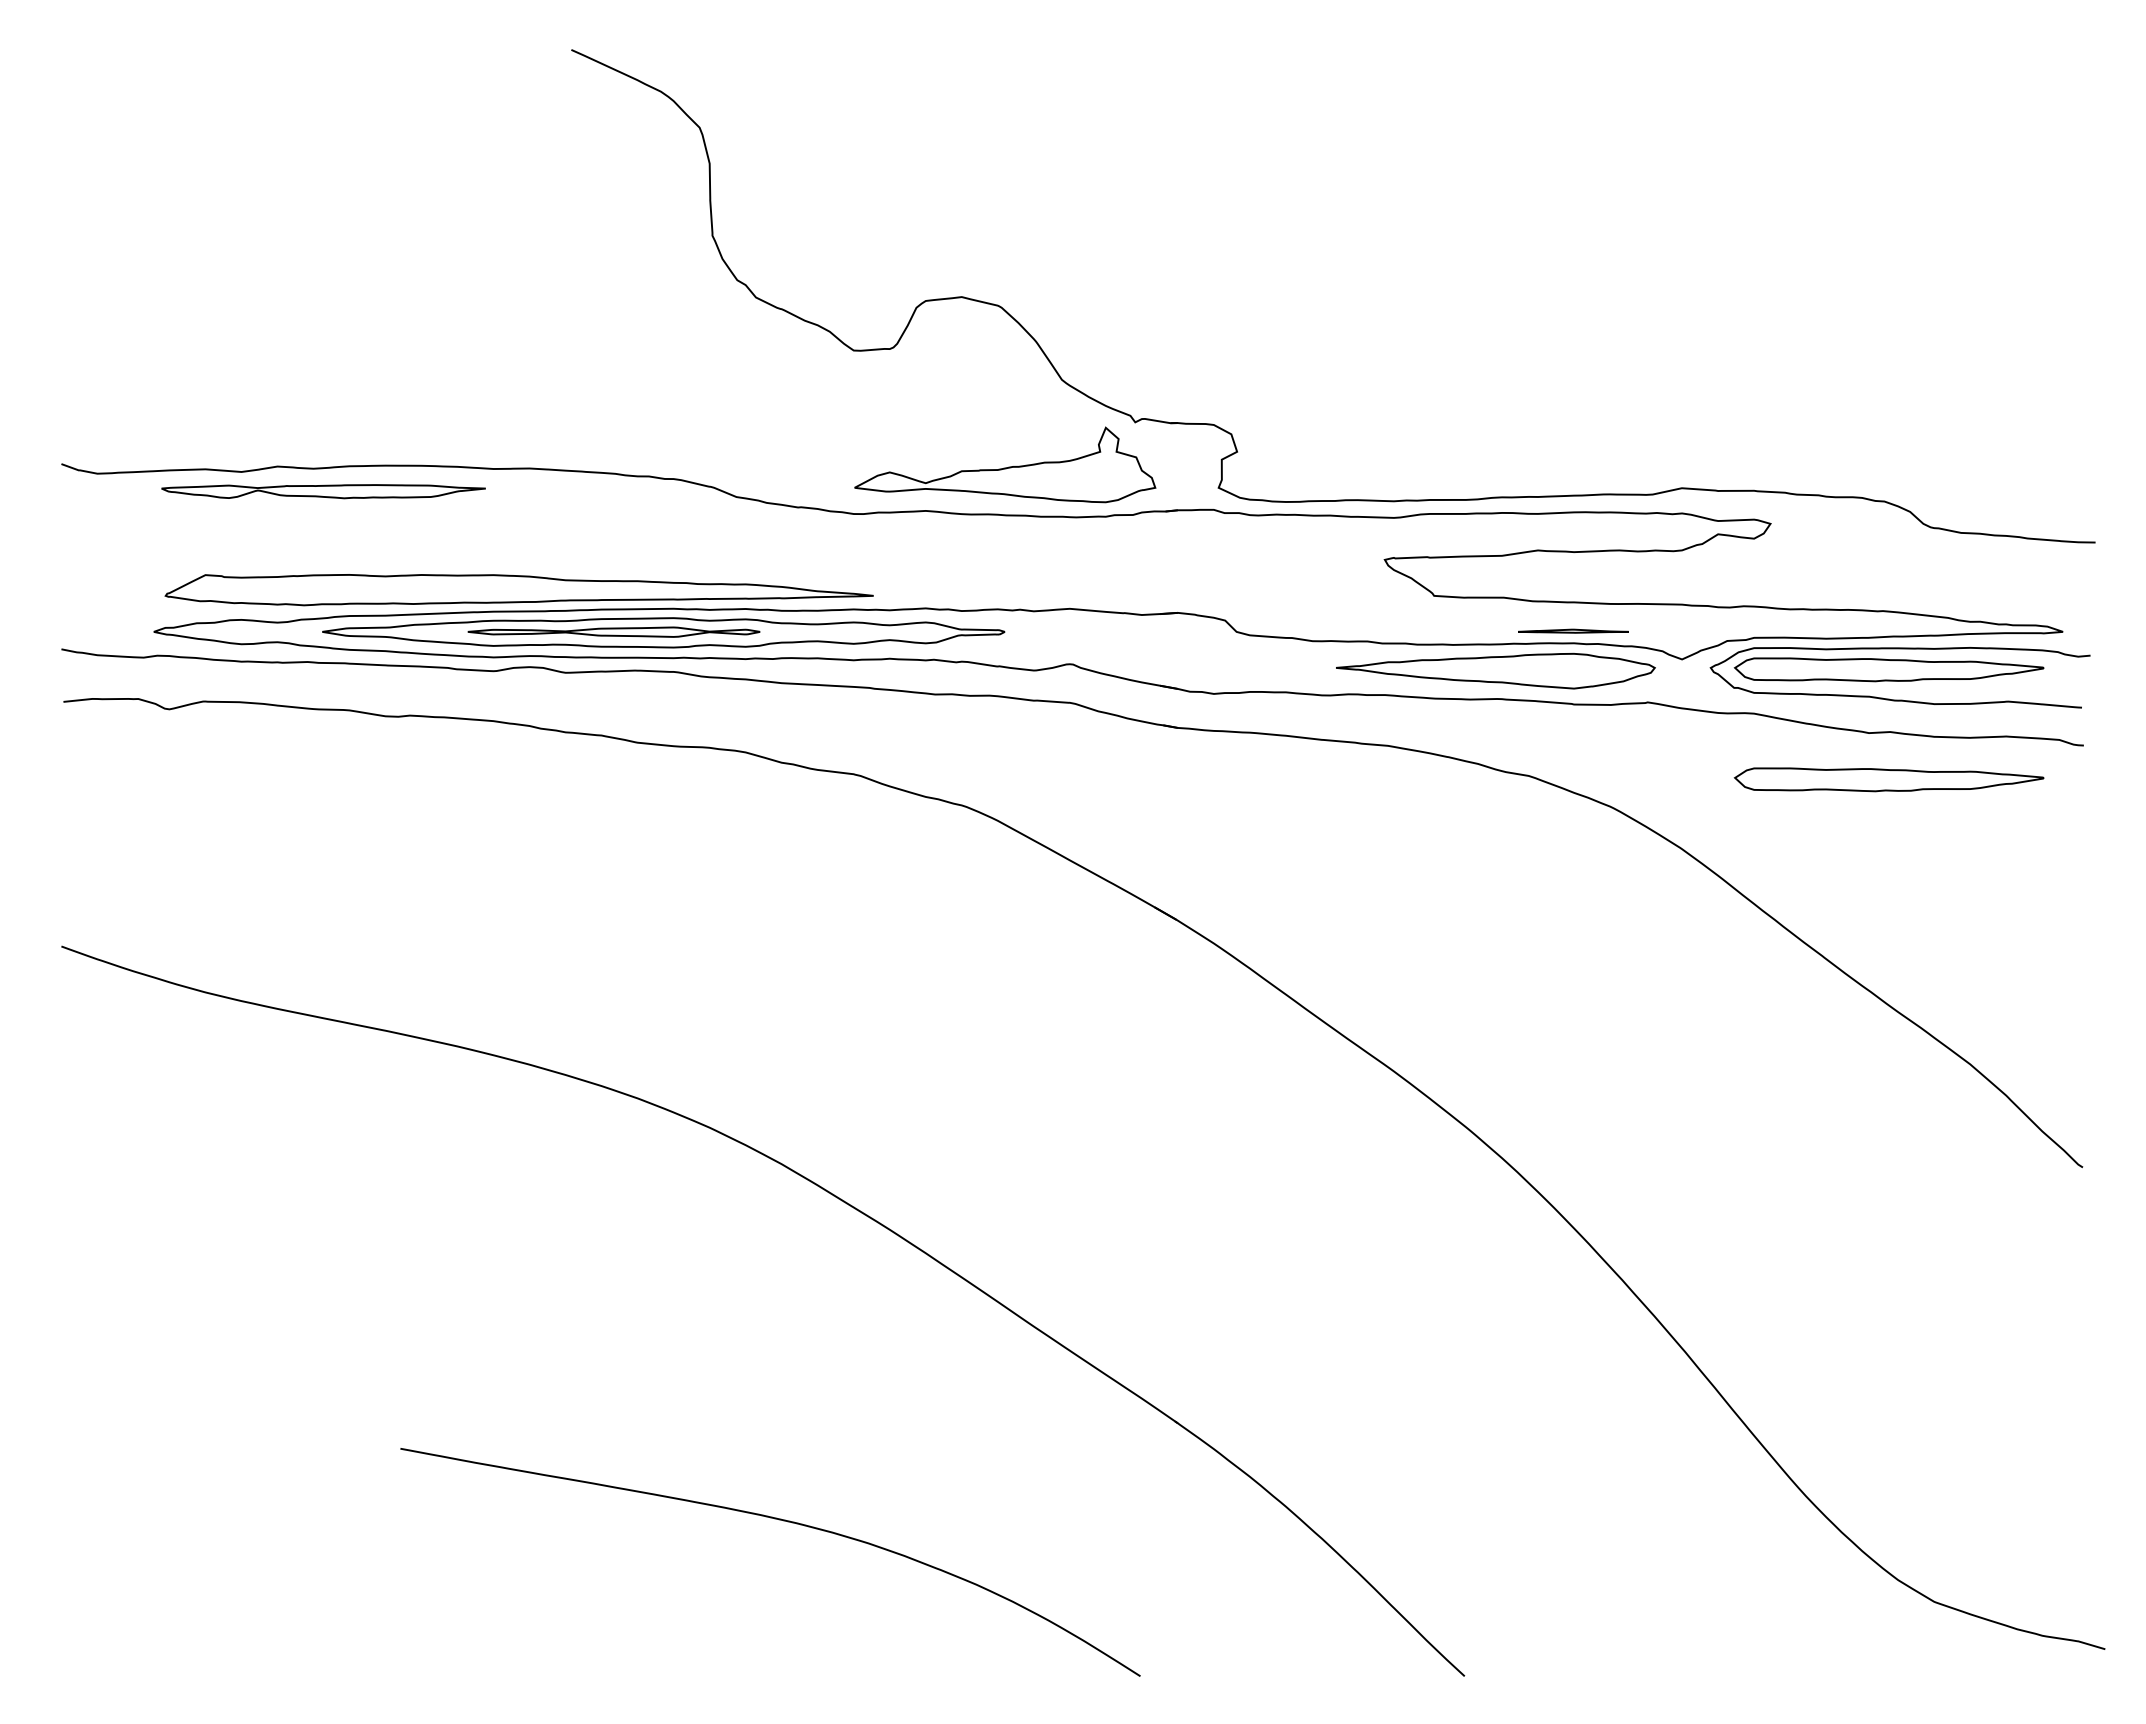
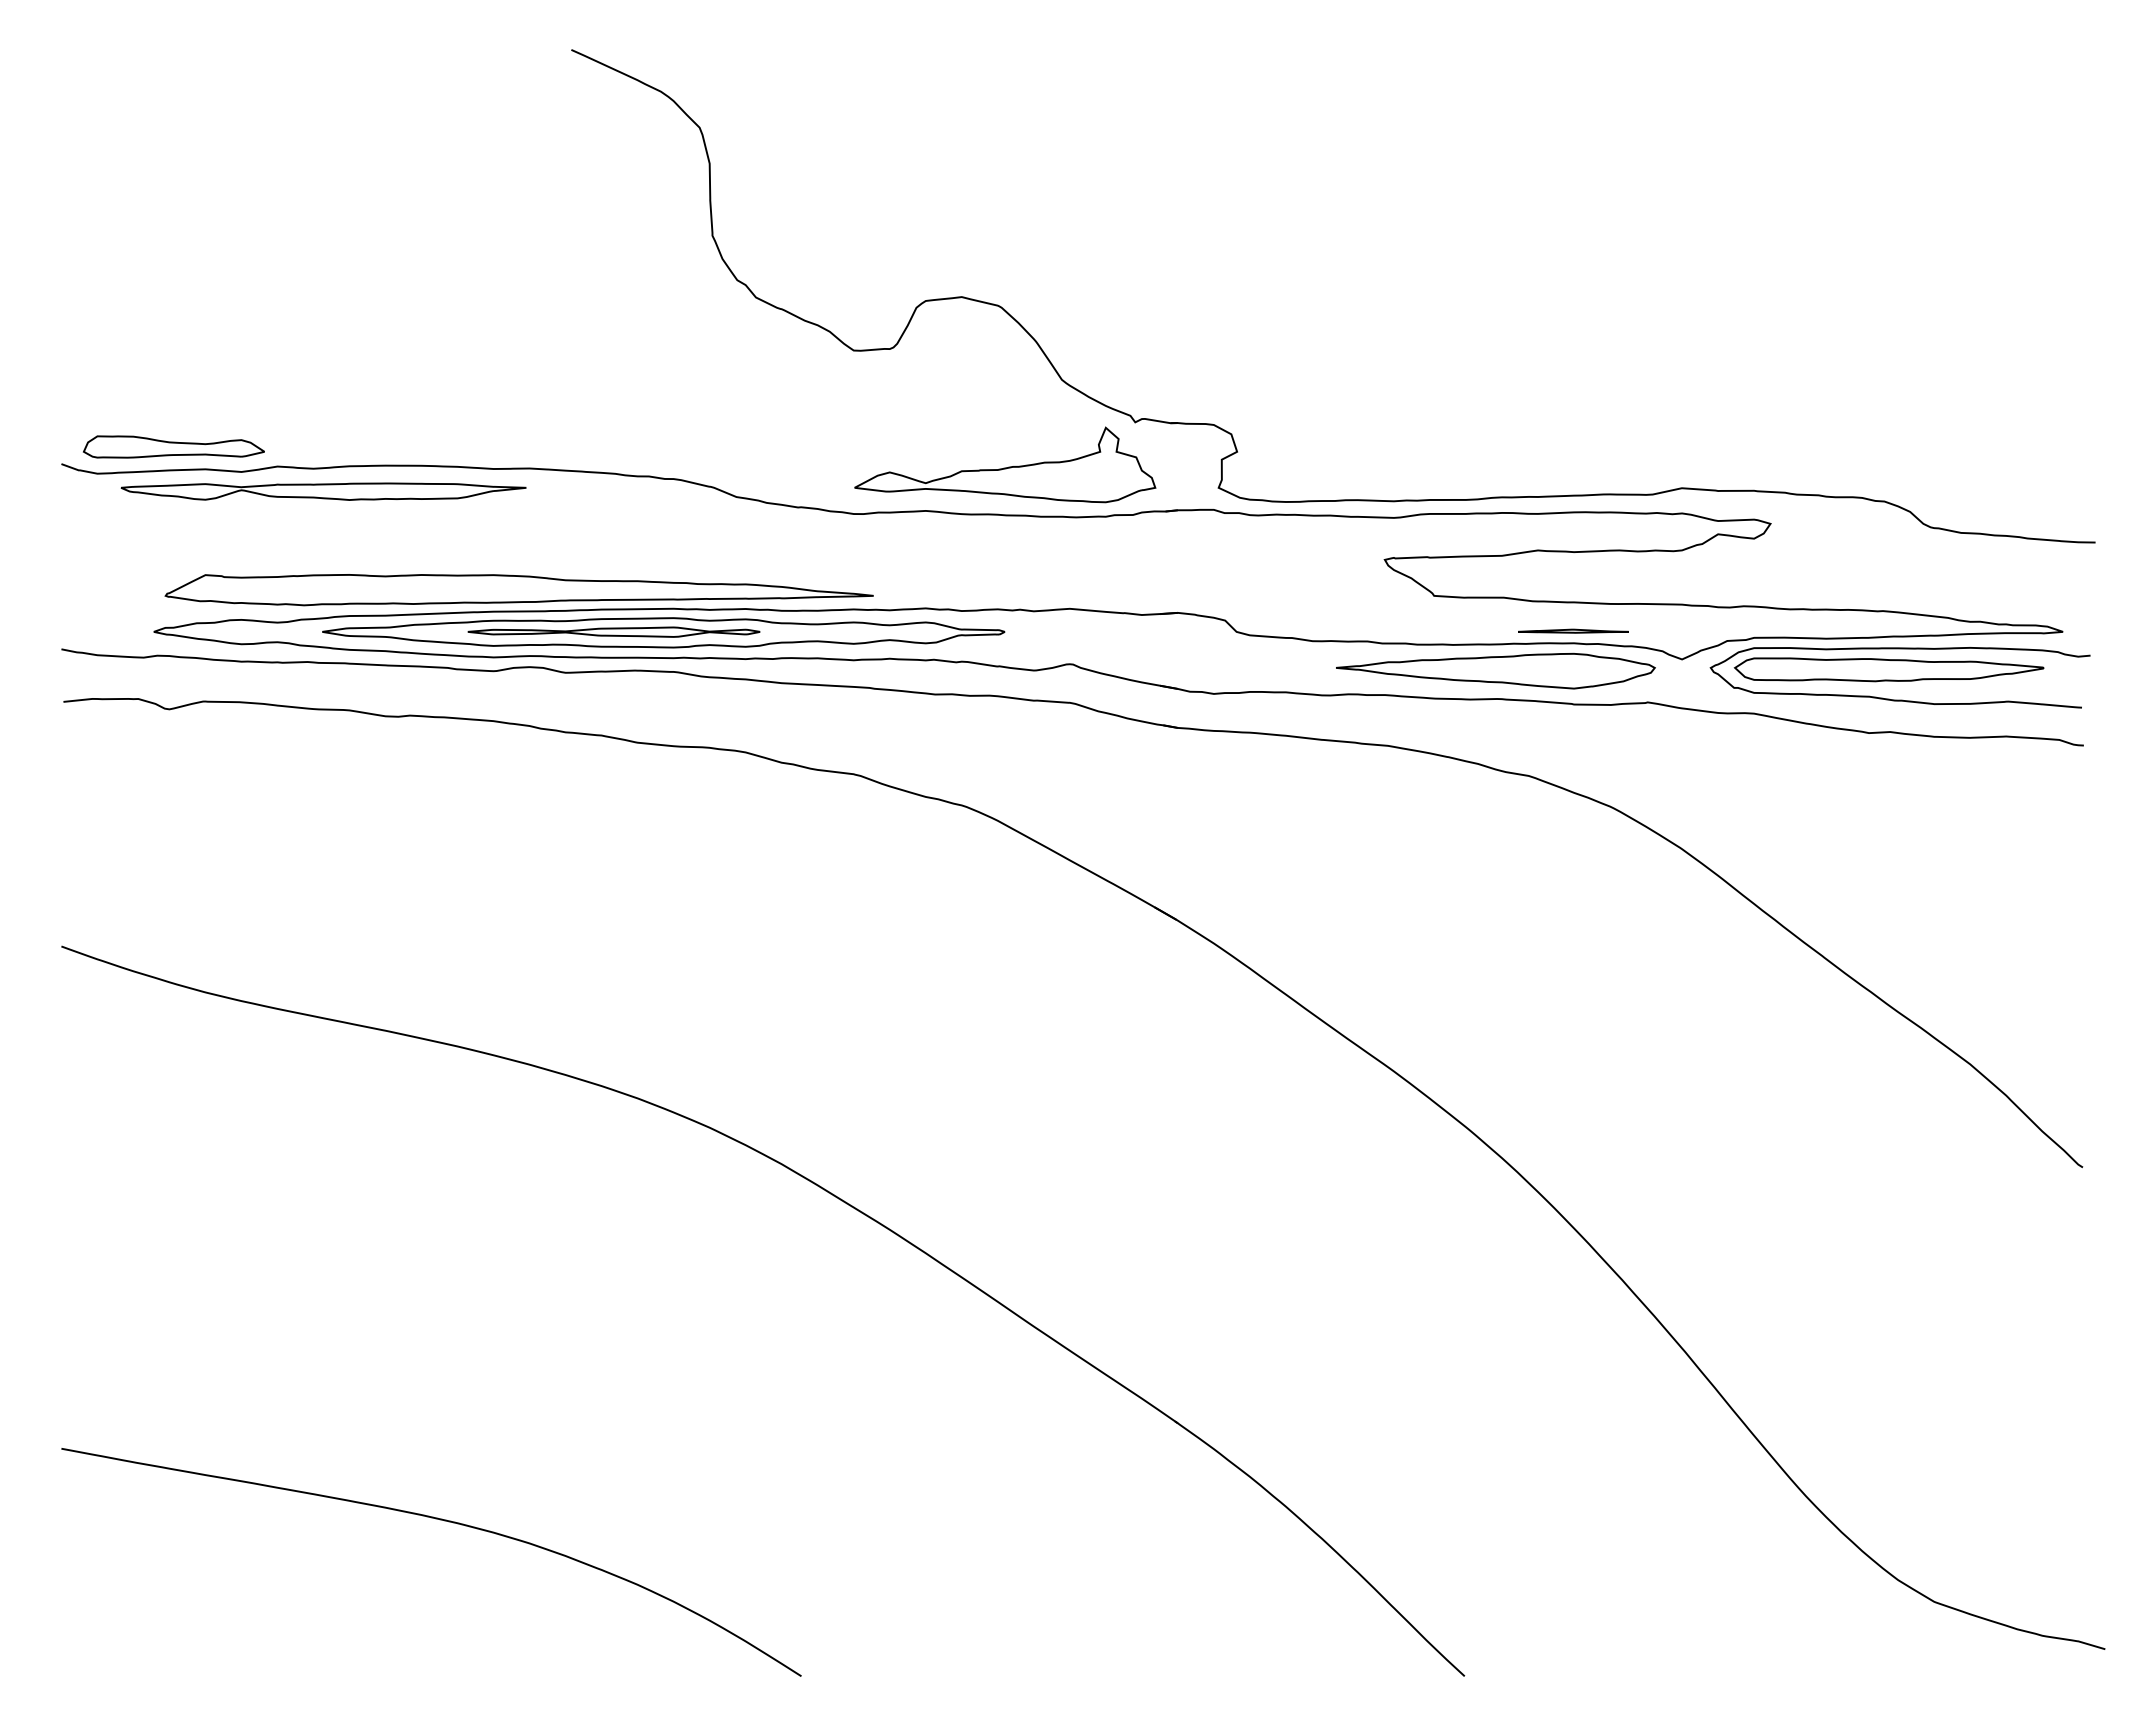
part at (173, 446): none -> present
part at (323, 491) size: 325x16 px -> 407x19 px
part at (1888, 779): present -> none
curve at (779, 1520) position: (779, 1520) -> (440, 1520)
